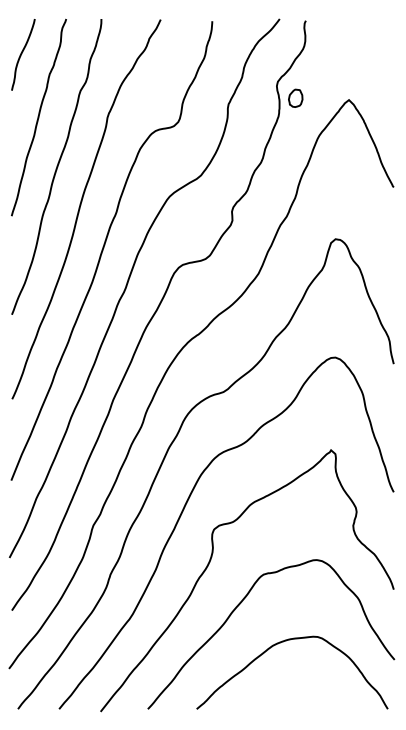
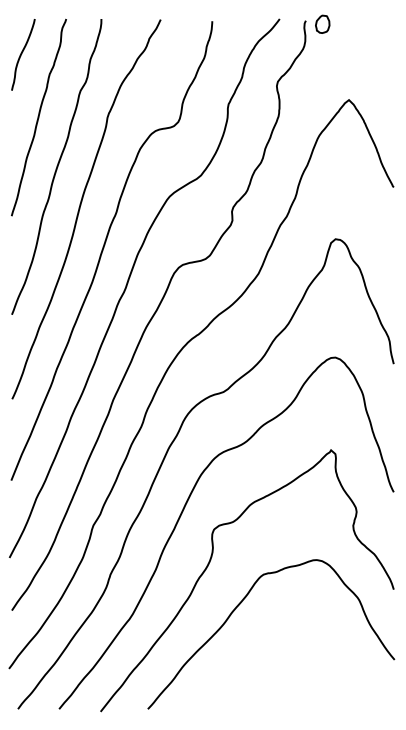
part at (295, 97) position: (295, 97) -> (322, 23)
curve at (278, 644): present -> none
